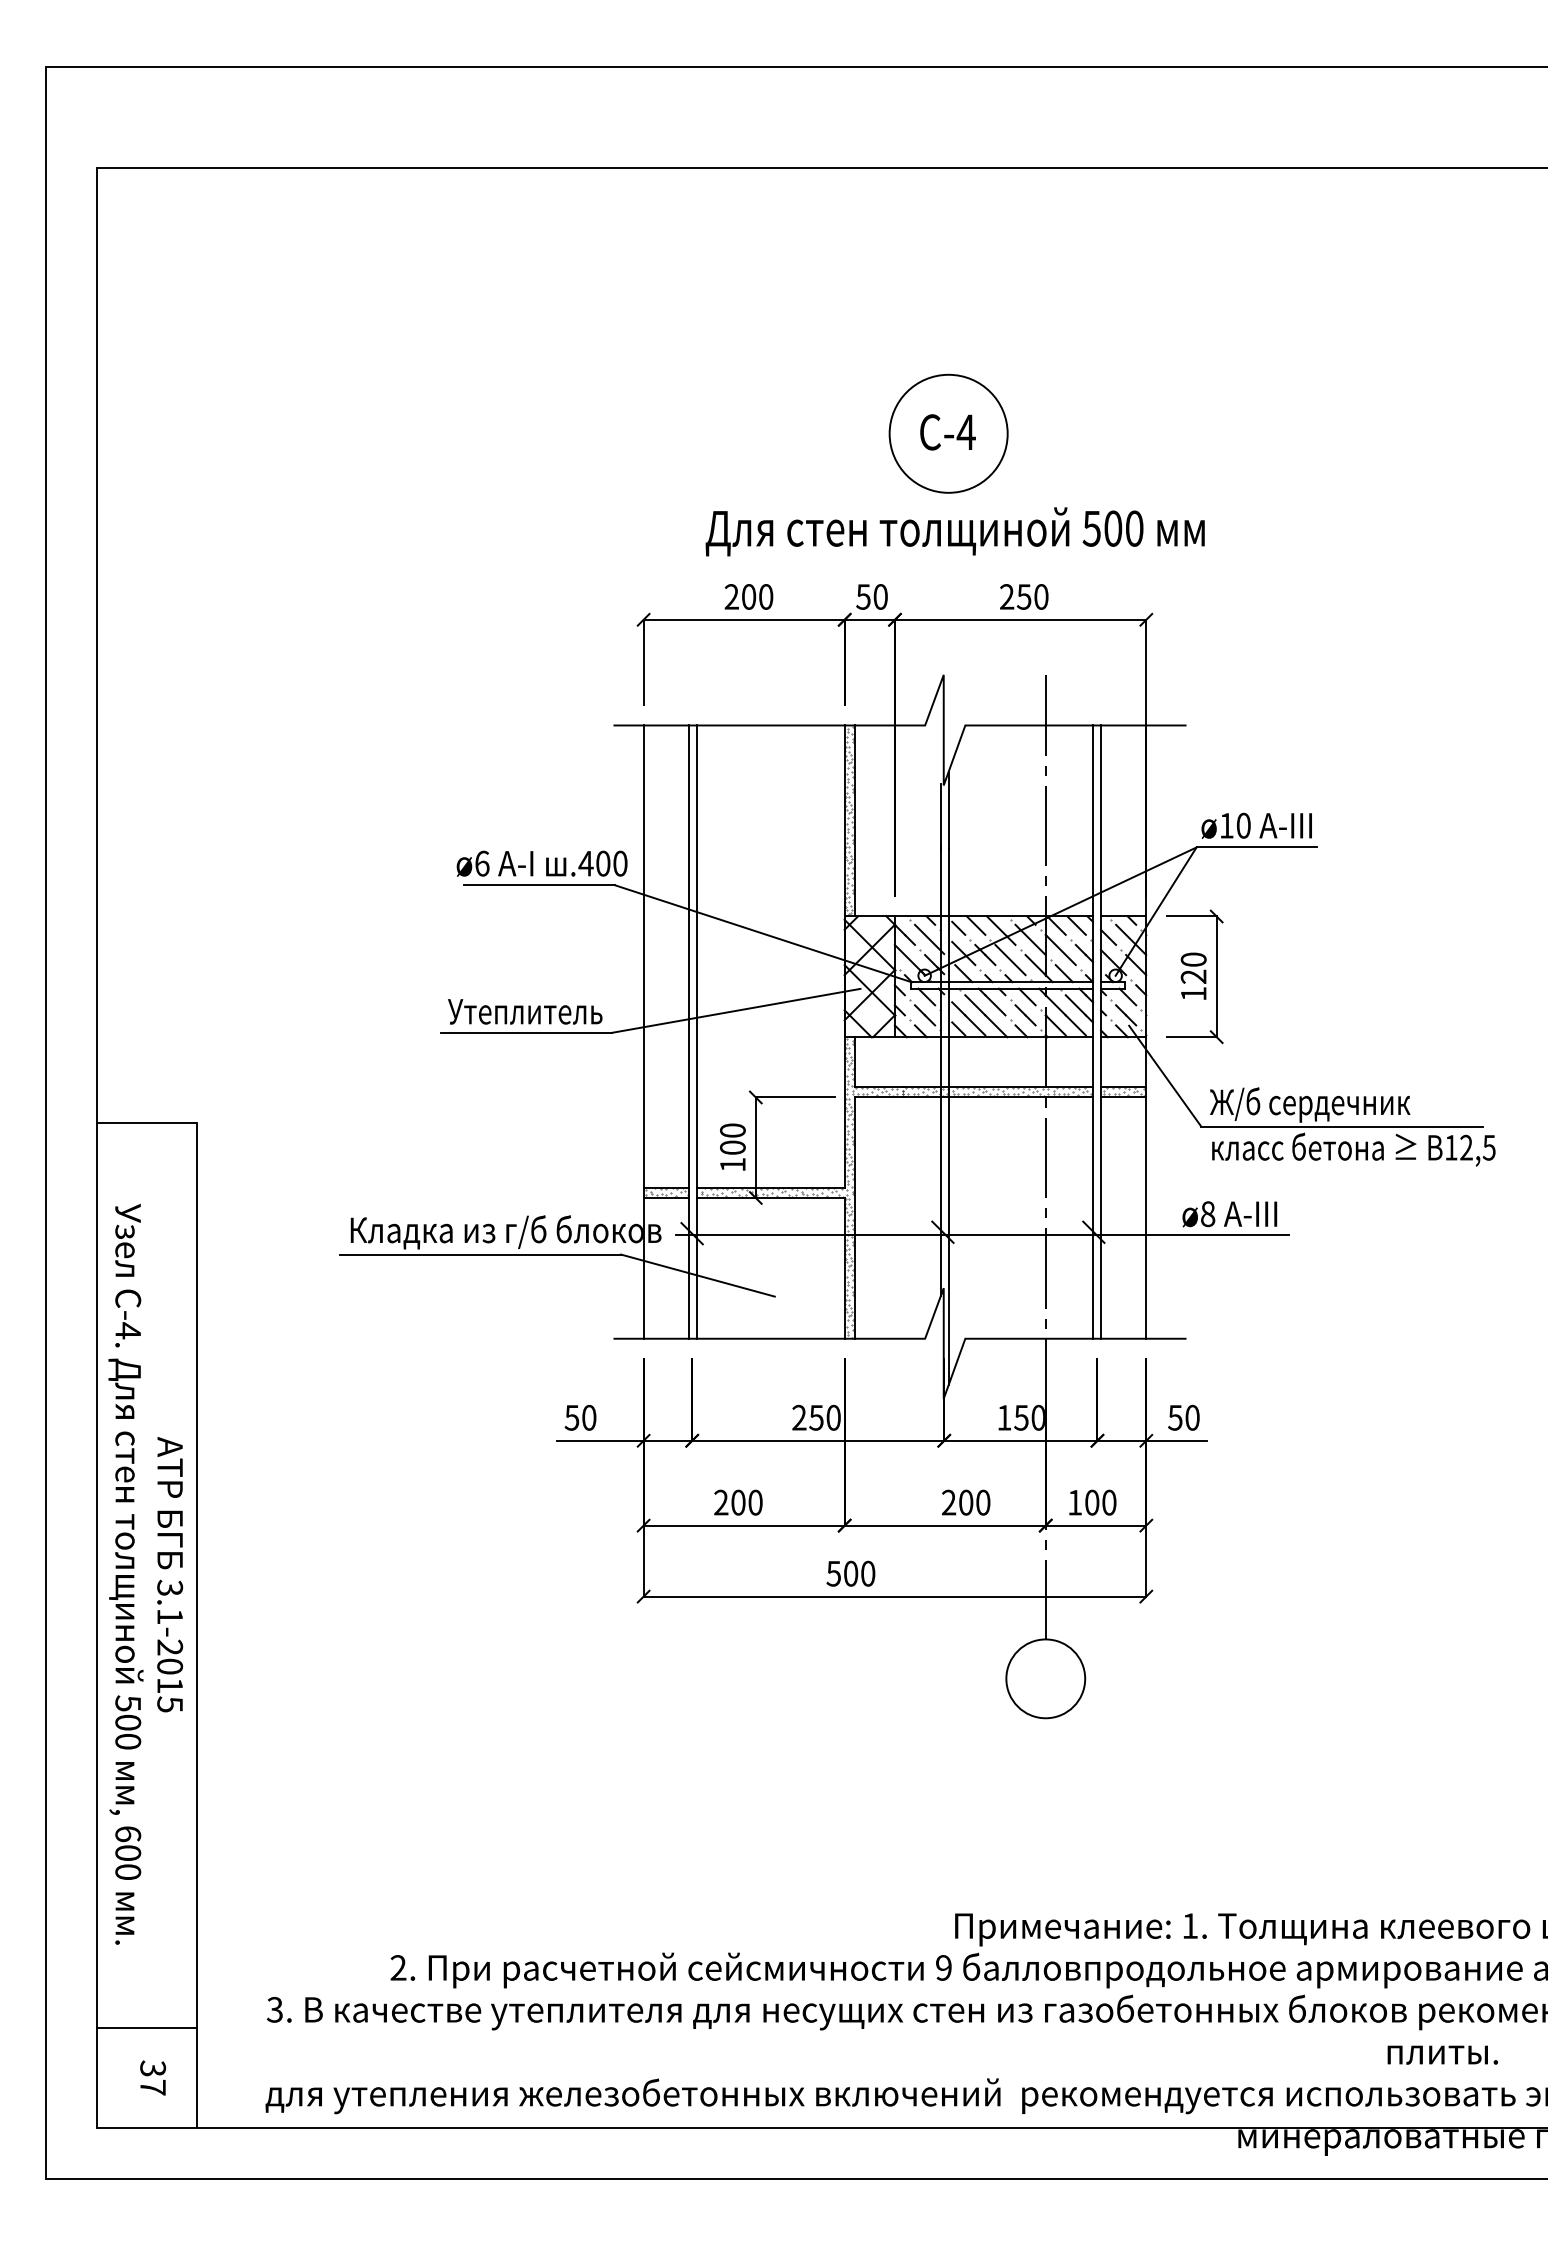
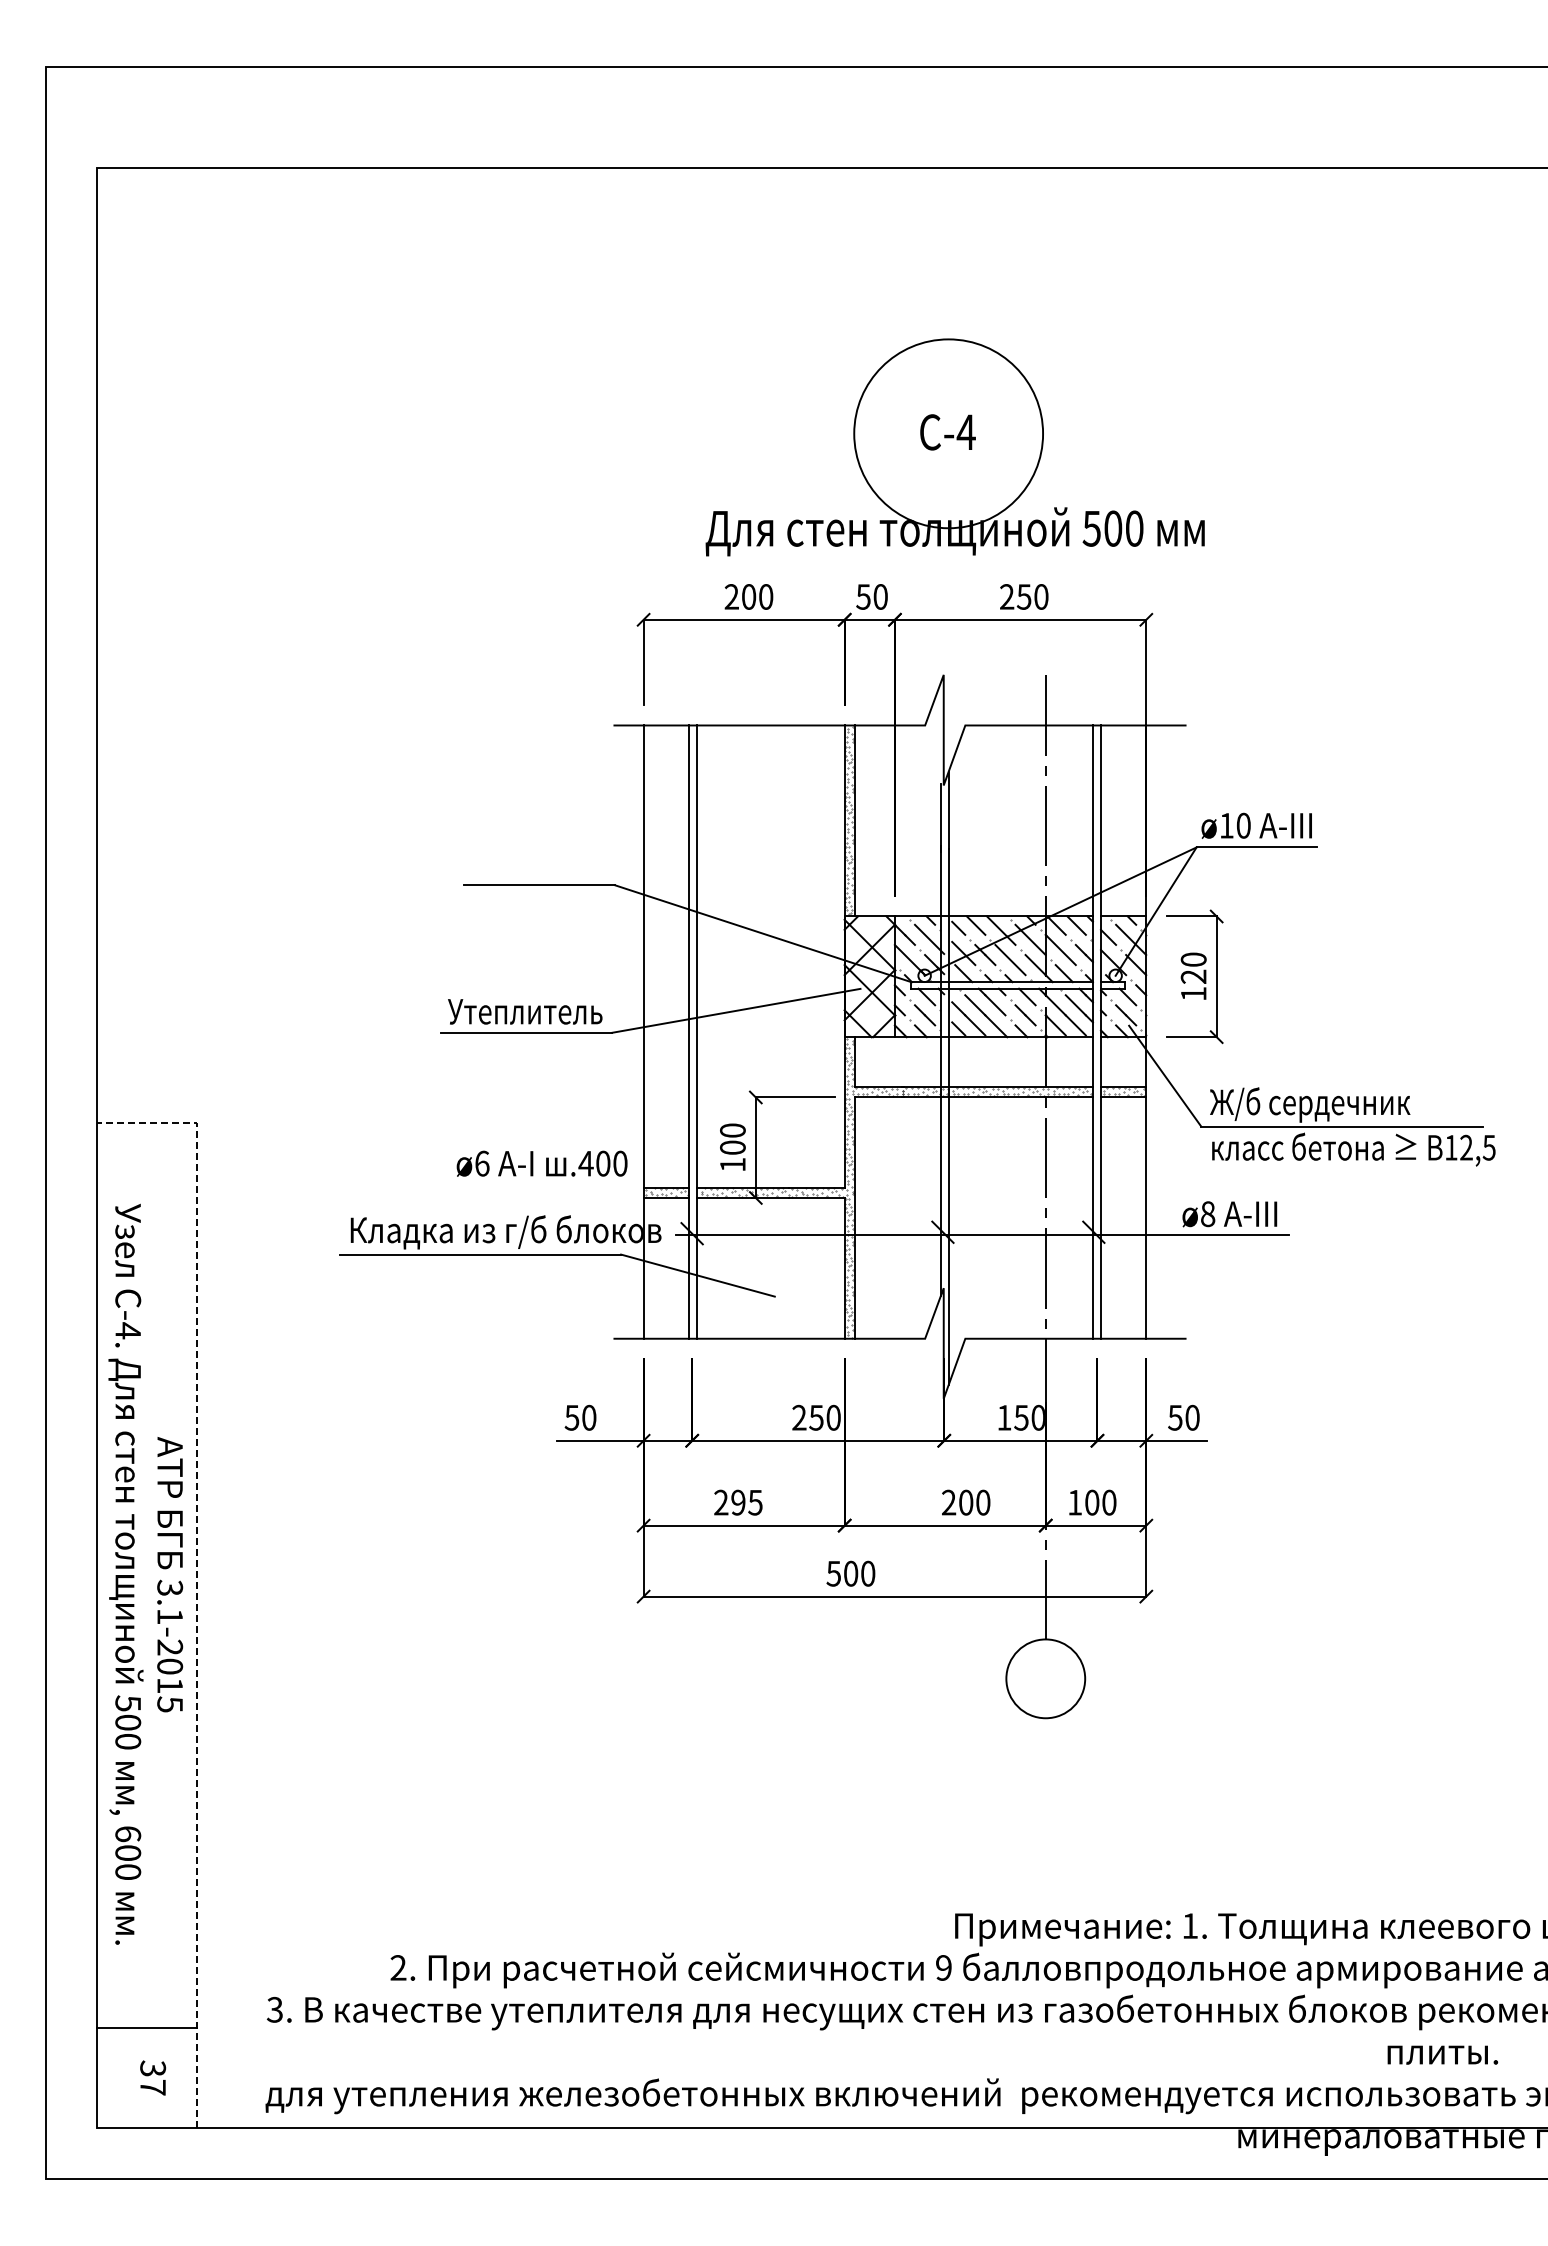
circle at (948, 433) diameter: 118 px -> 189 px
text at (541, 863) position: (541, 863) -> (541, 1163)
text at (746, 1502): 200 -> 295
line at (197, 1574): solid -> dashed
